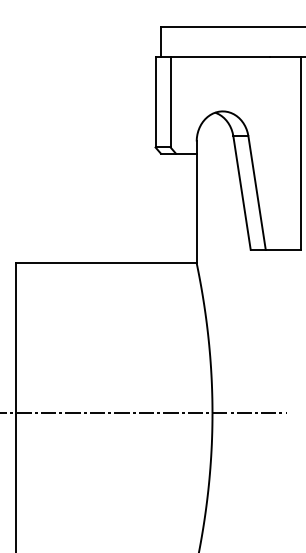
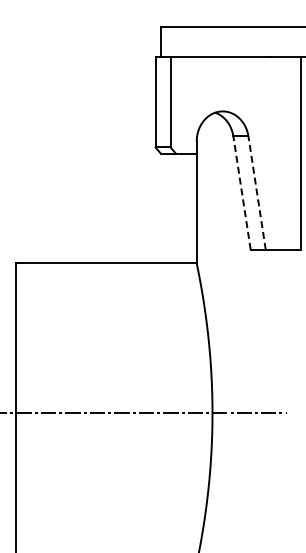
line at (241, 192): solid -> dashed
line at (257, 192): solid -> dashed
